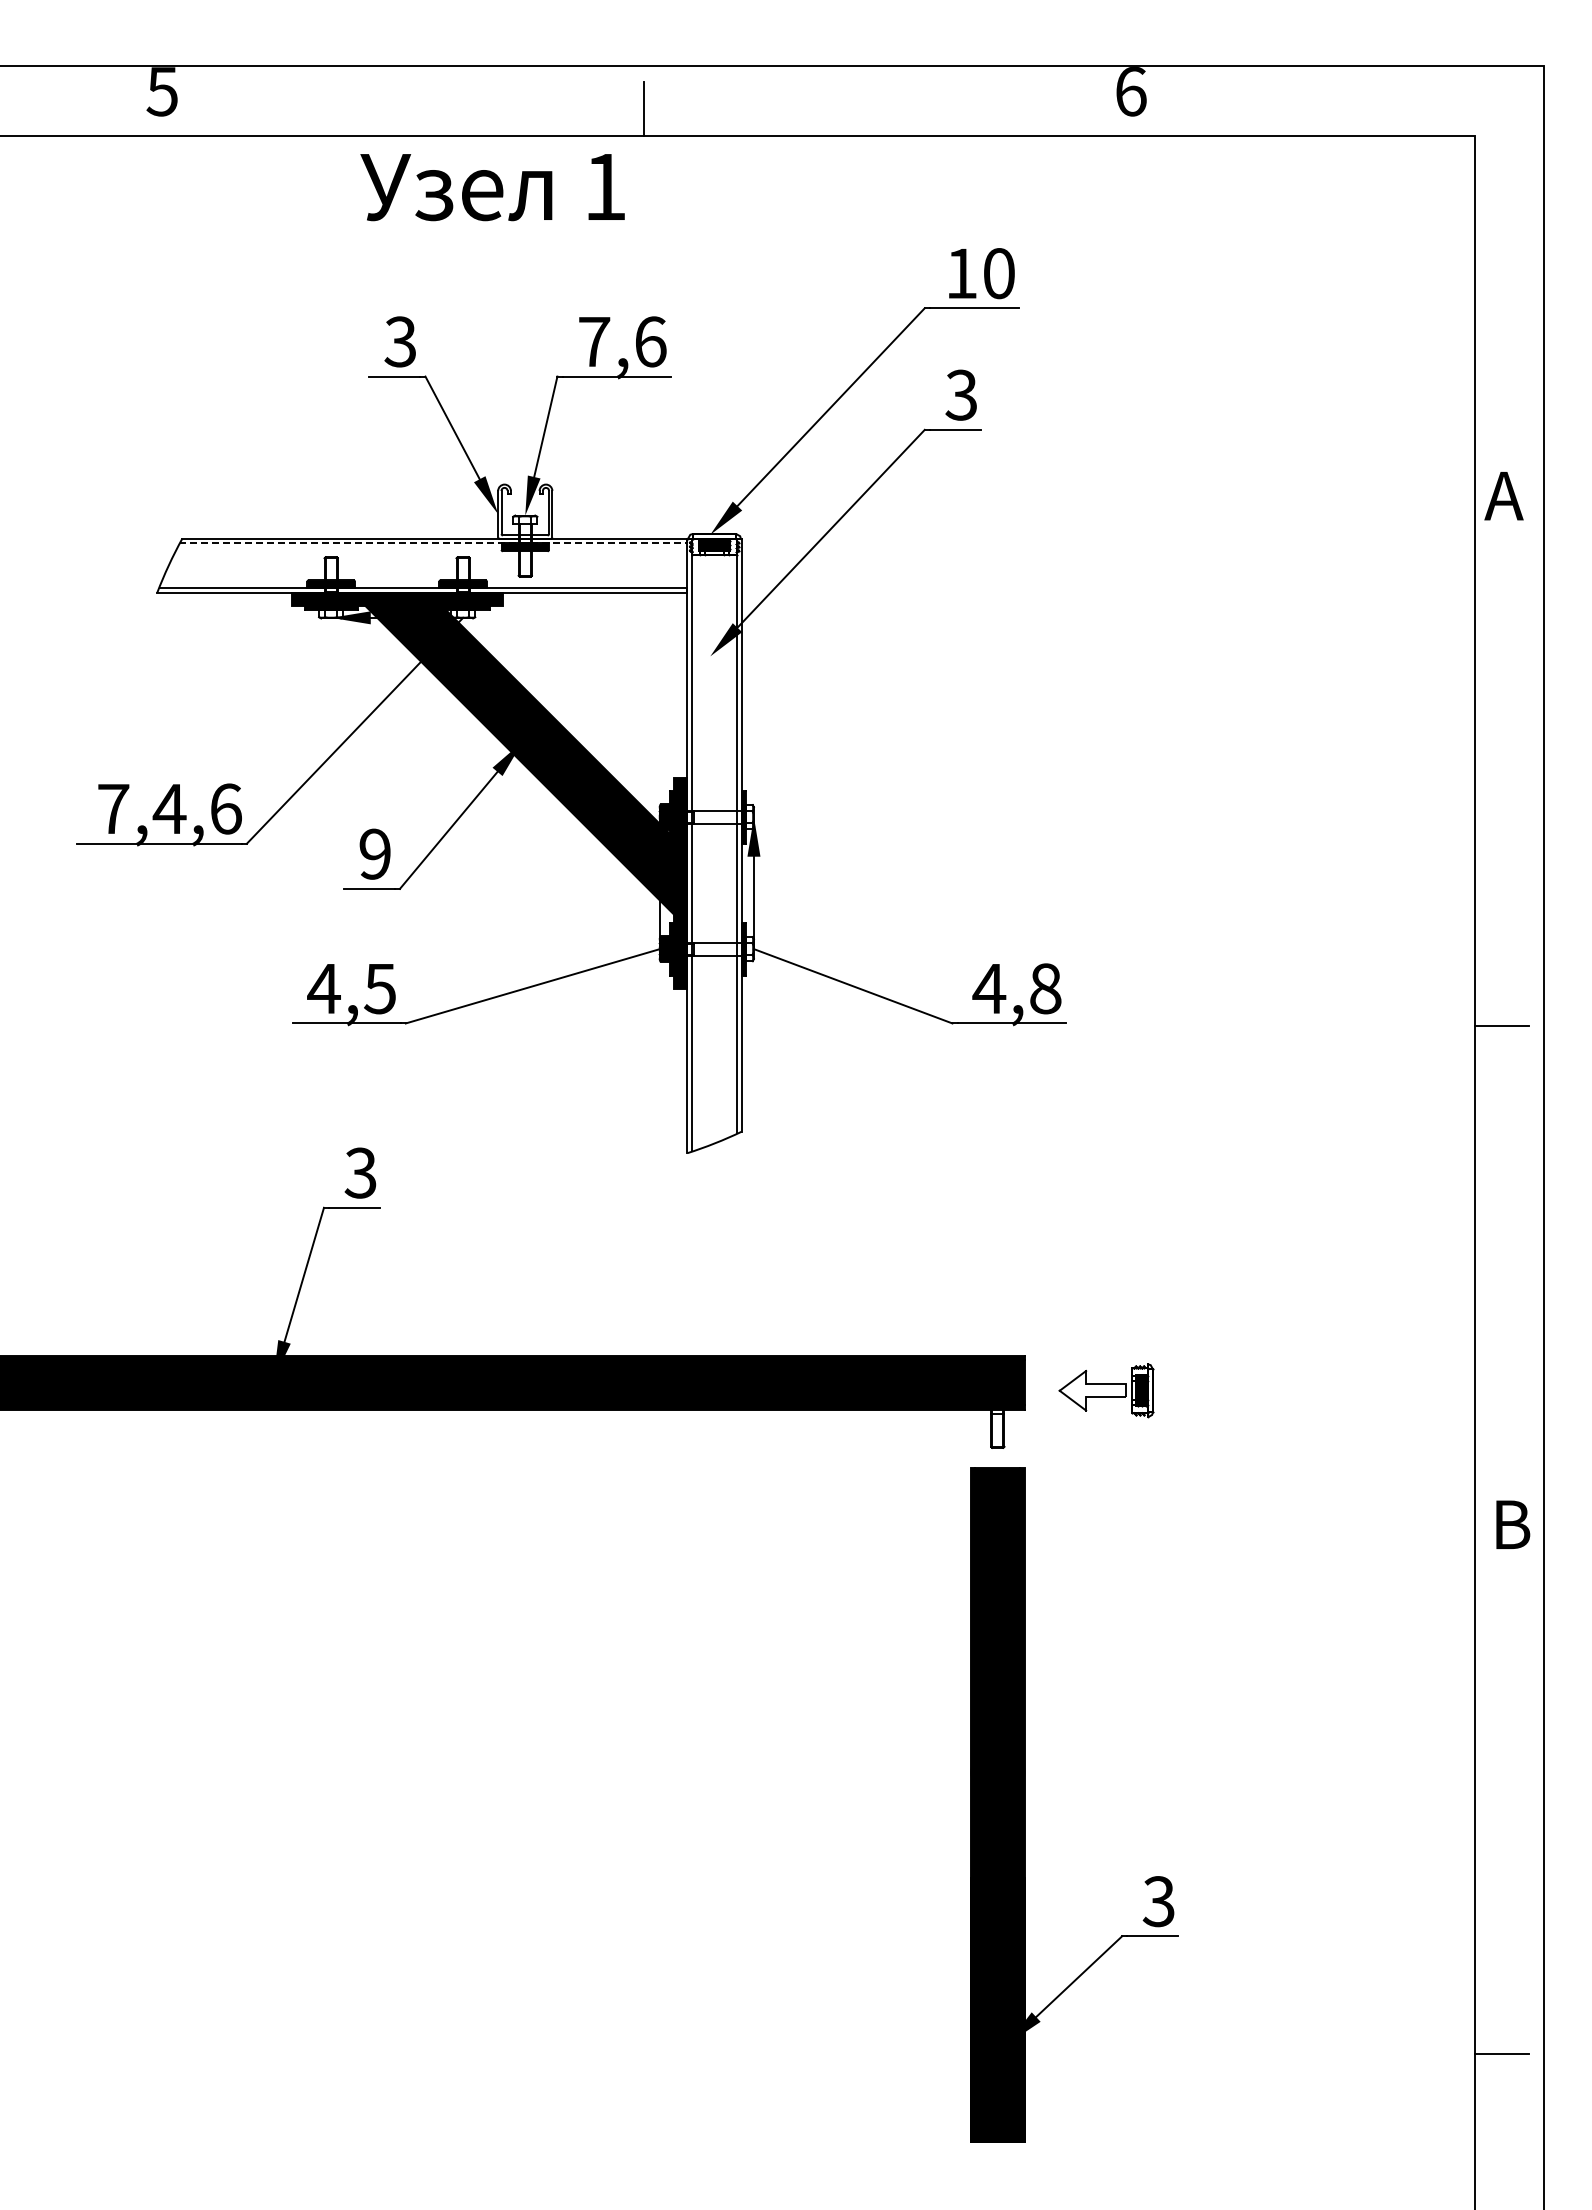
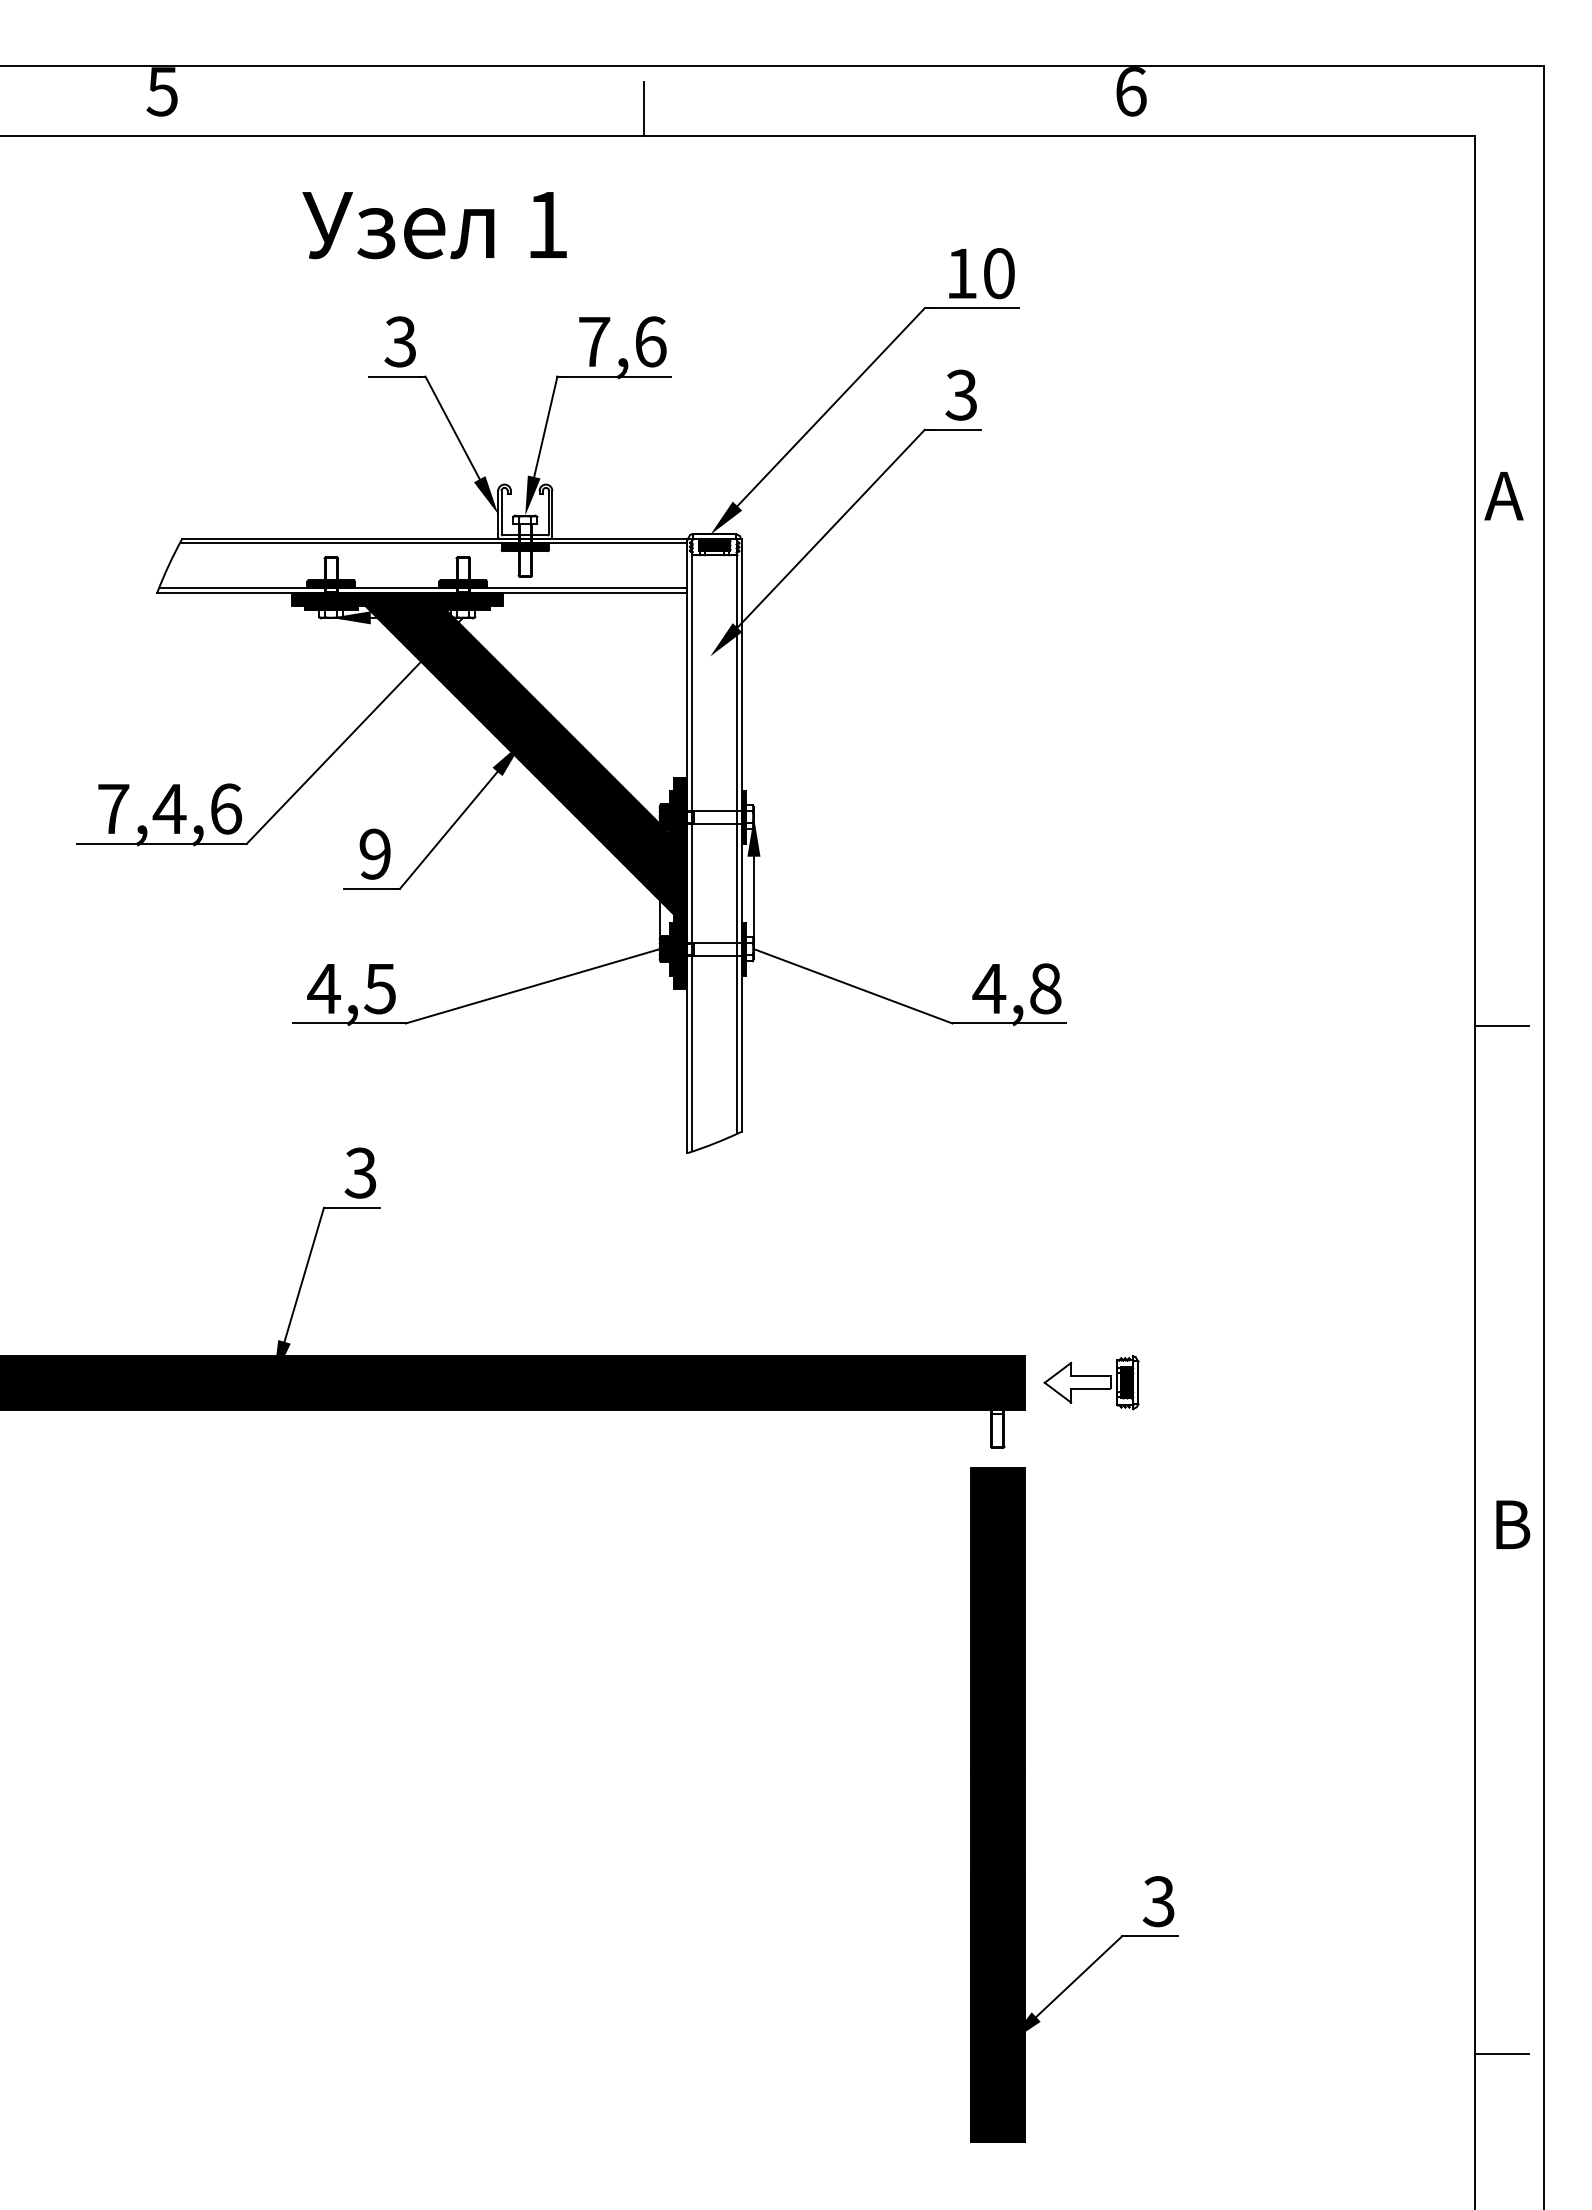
text at (492, 187) position: (492, 187) -> (434, 225)
line at (436, 543): dashed -> solid
part at (1106, 1390) position: (1106, 1390) -> (1091, 1382)
